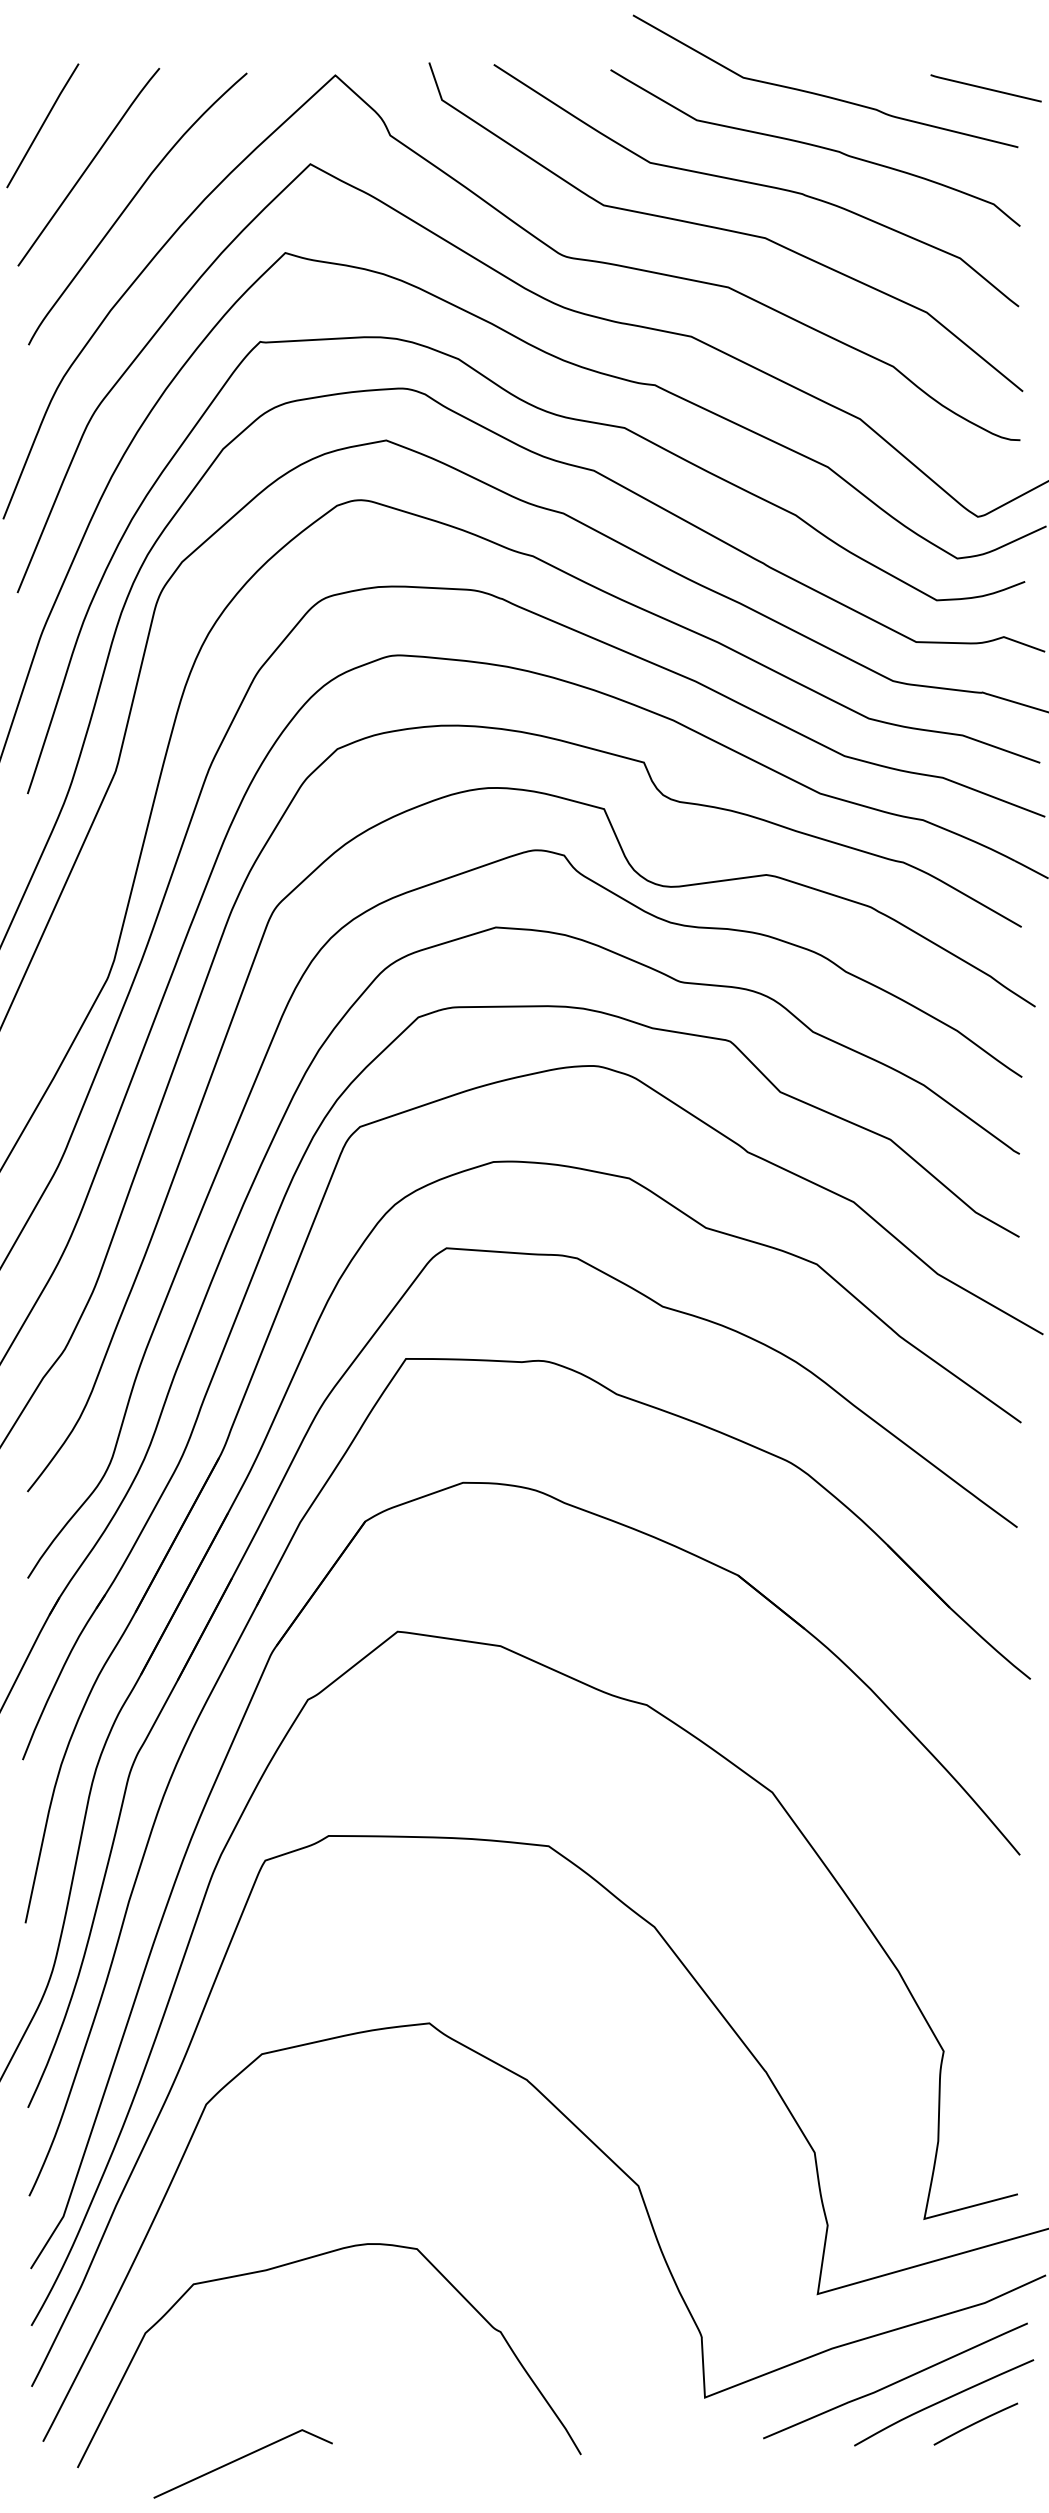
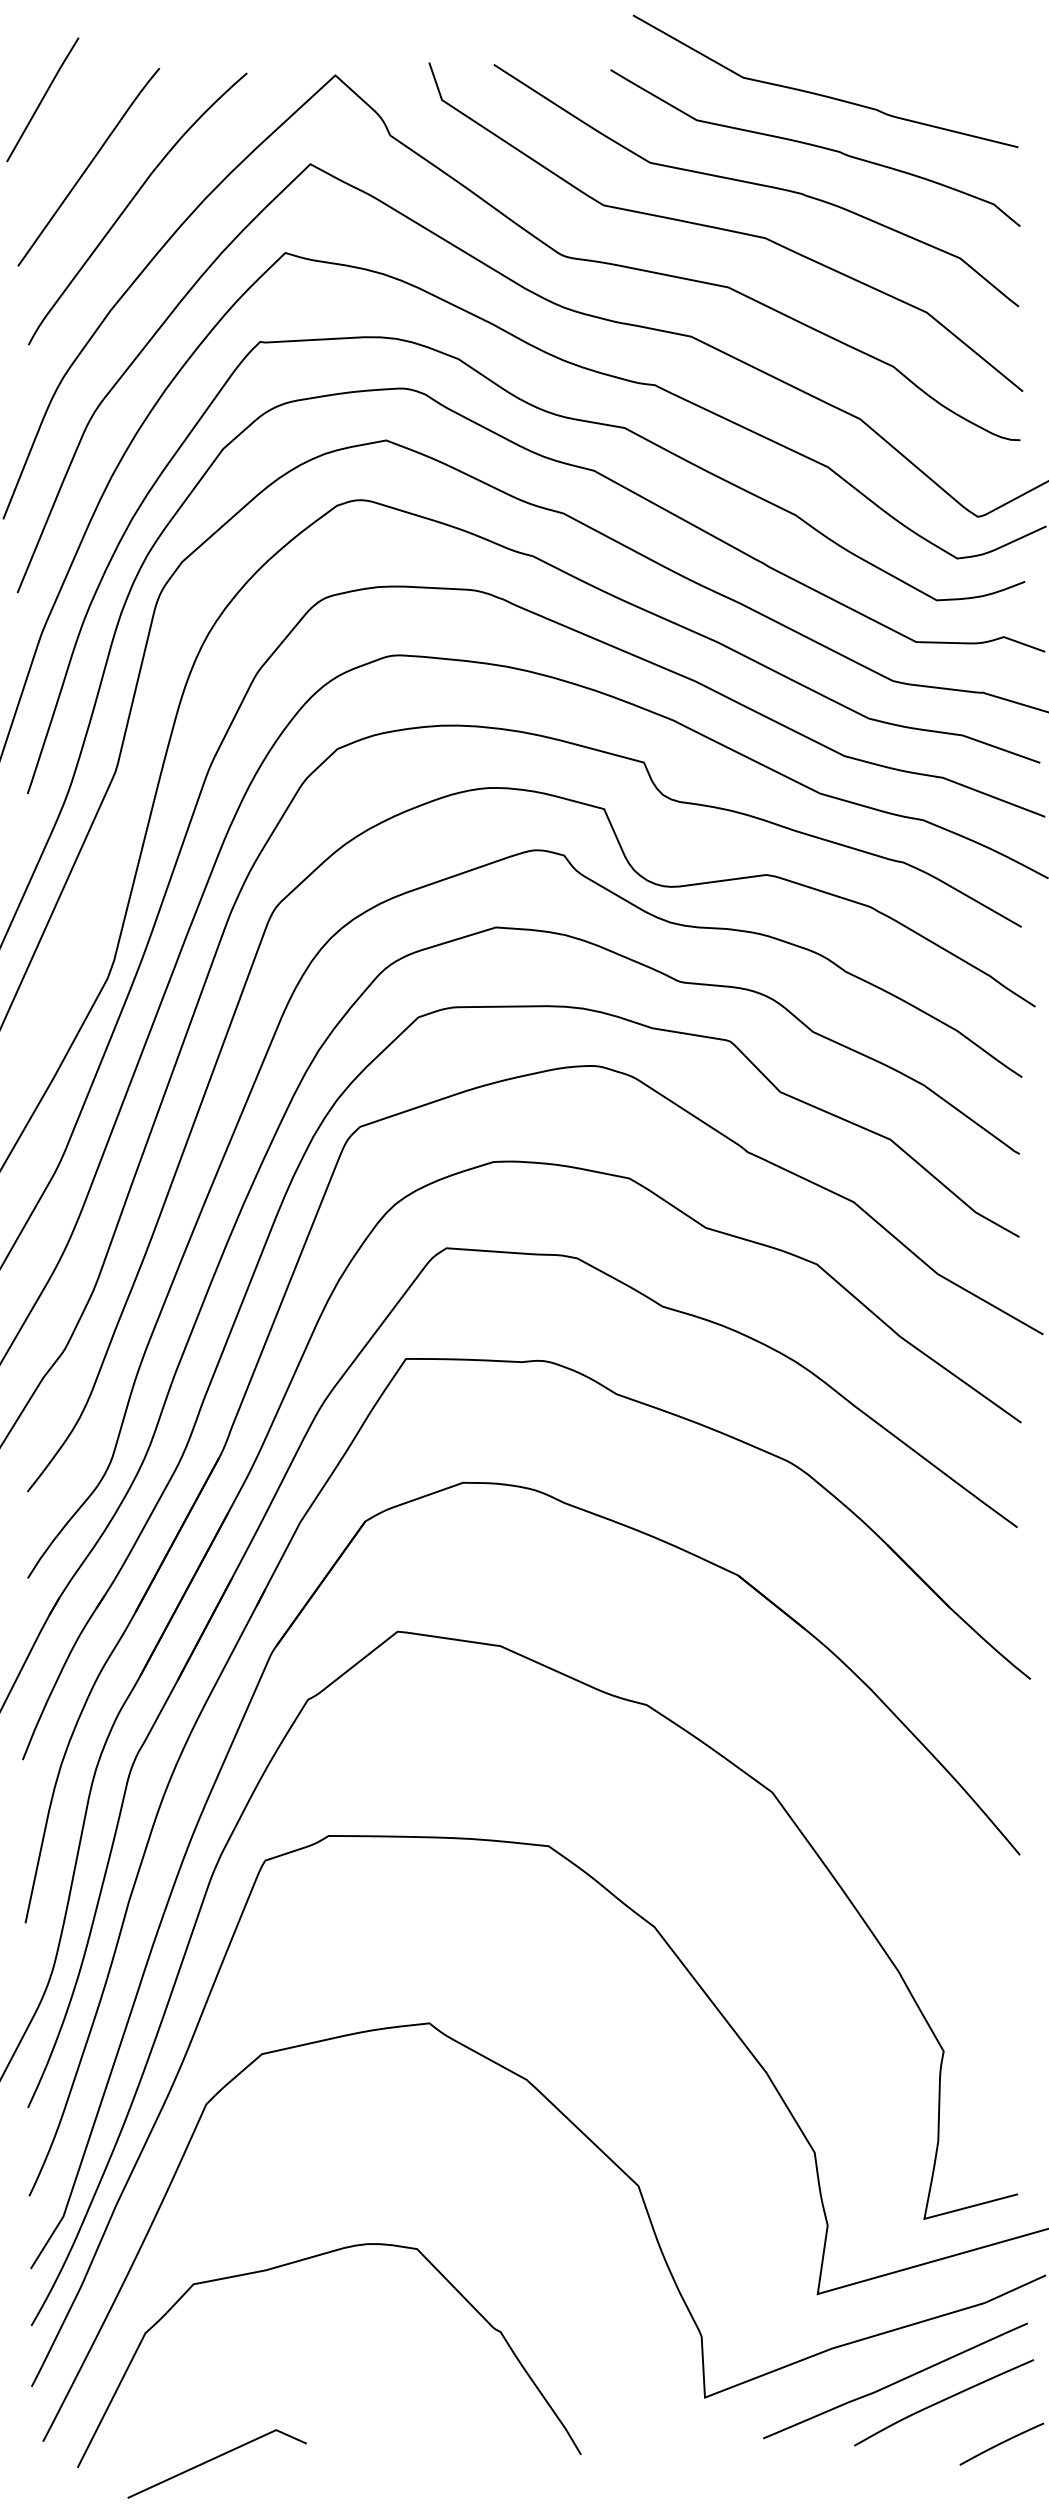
line at (985, 88): present -> none
line at (42, 125) position: (42, 125) -> (42, 99)
curve at (975, 2423) position: (975, 2423) -> (1001, 2443)
line at (240, 2459) position: (240, 2459) -> (214, 2459)
